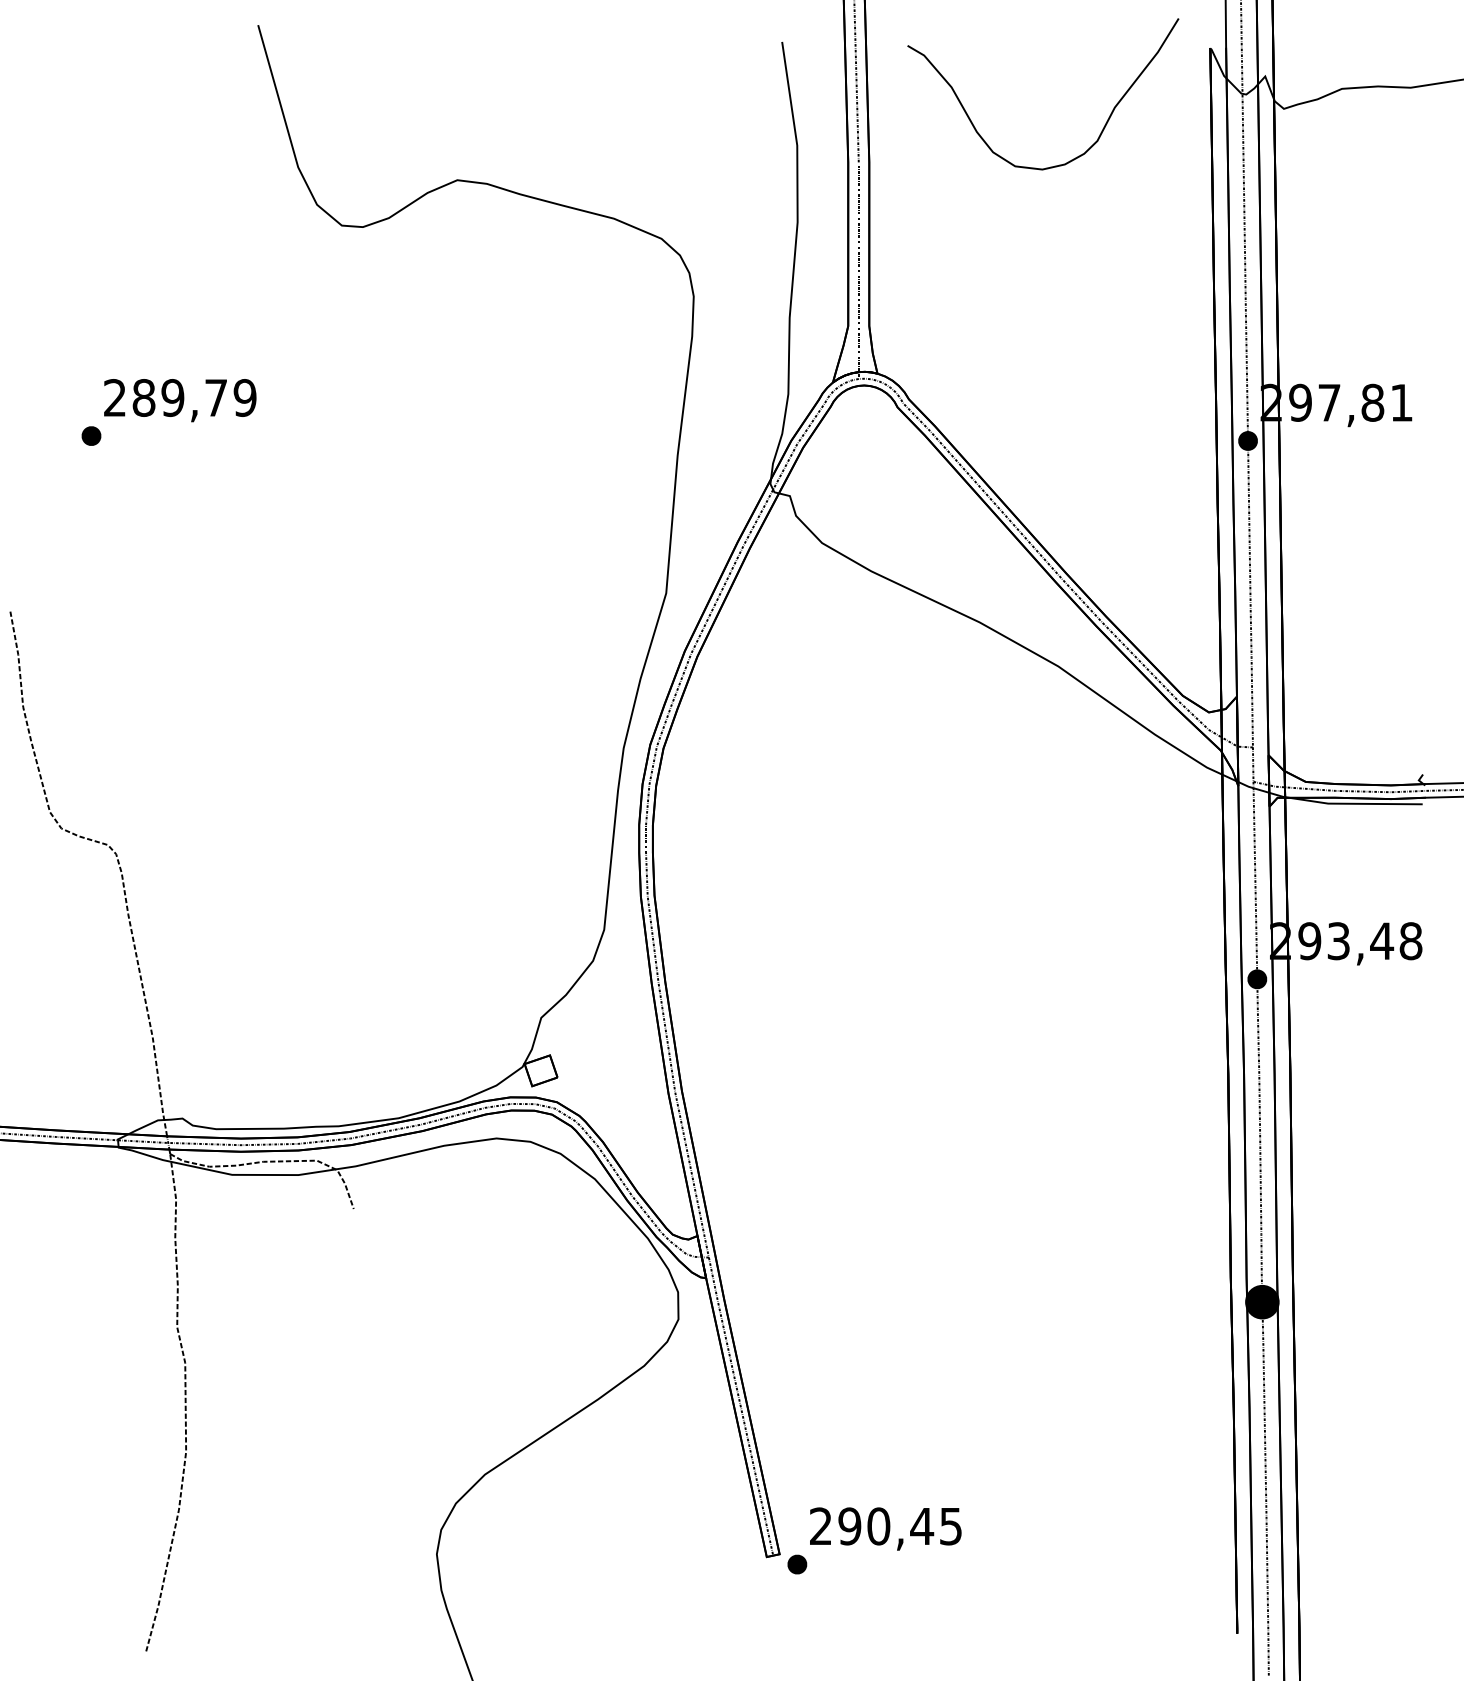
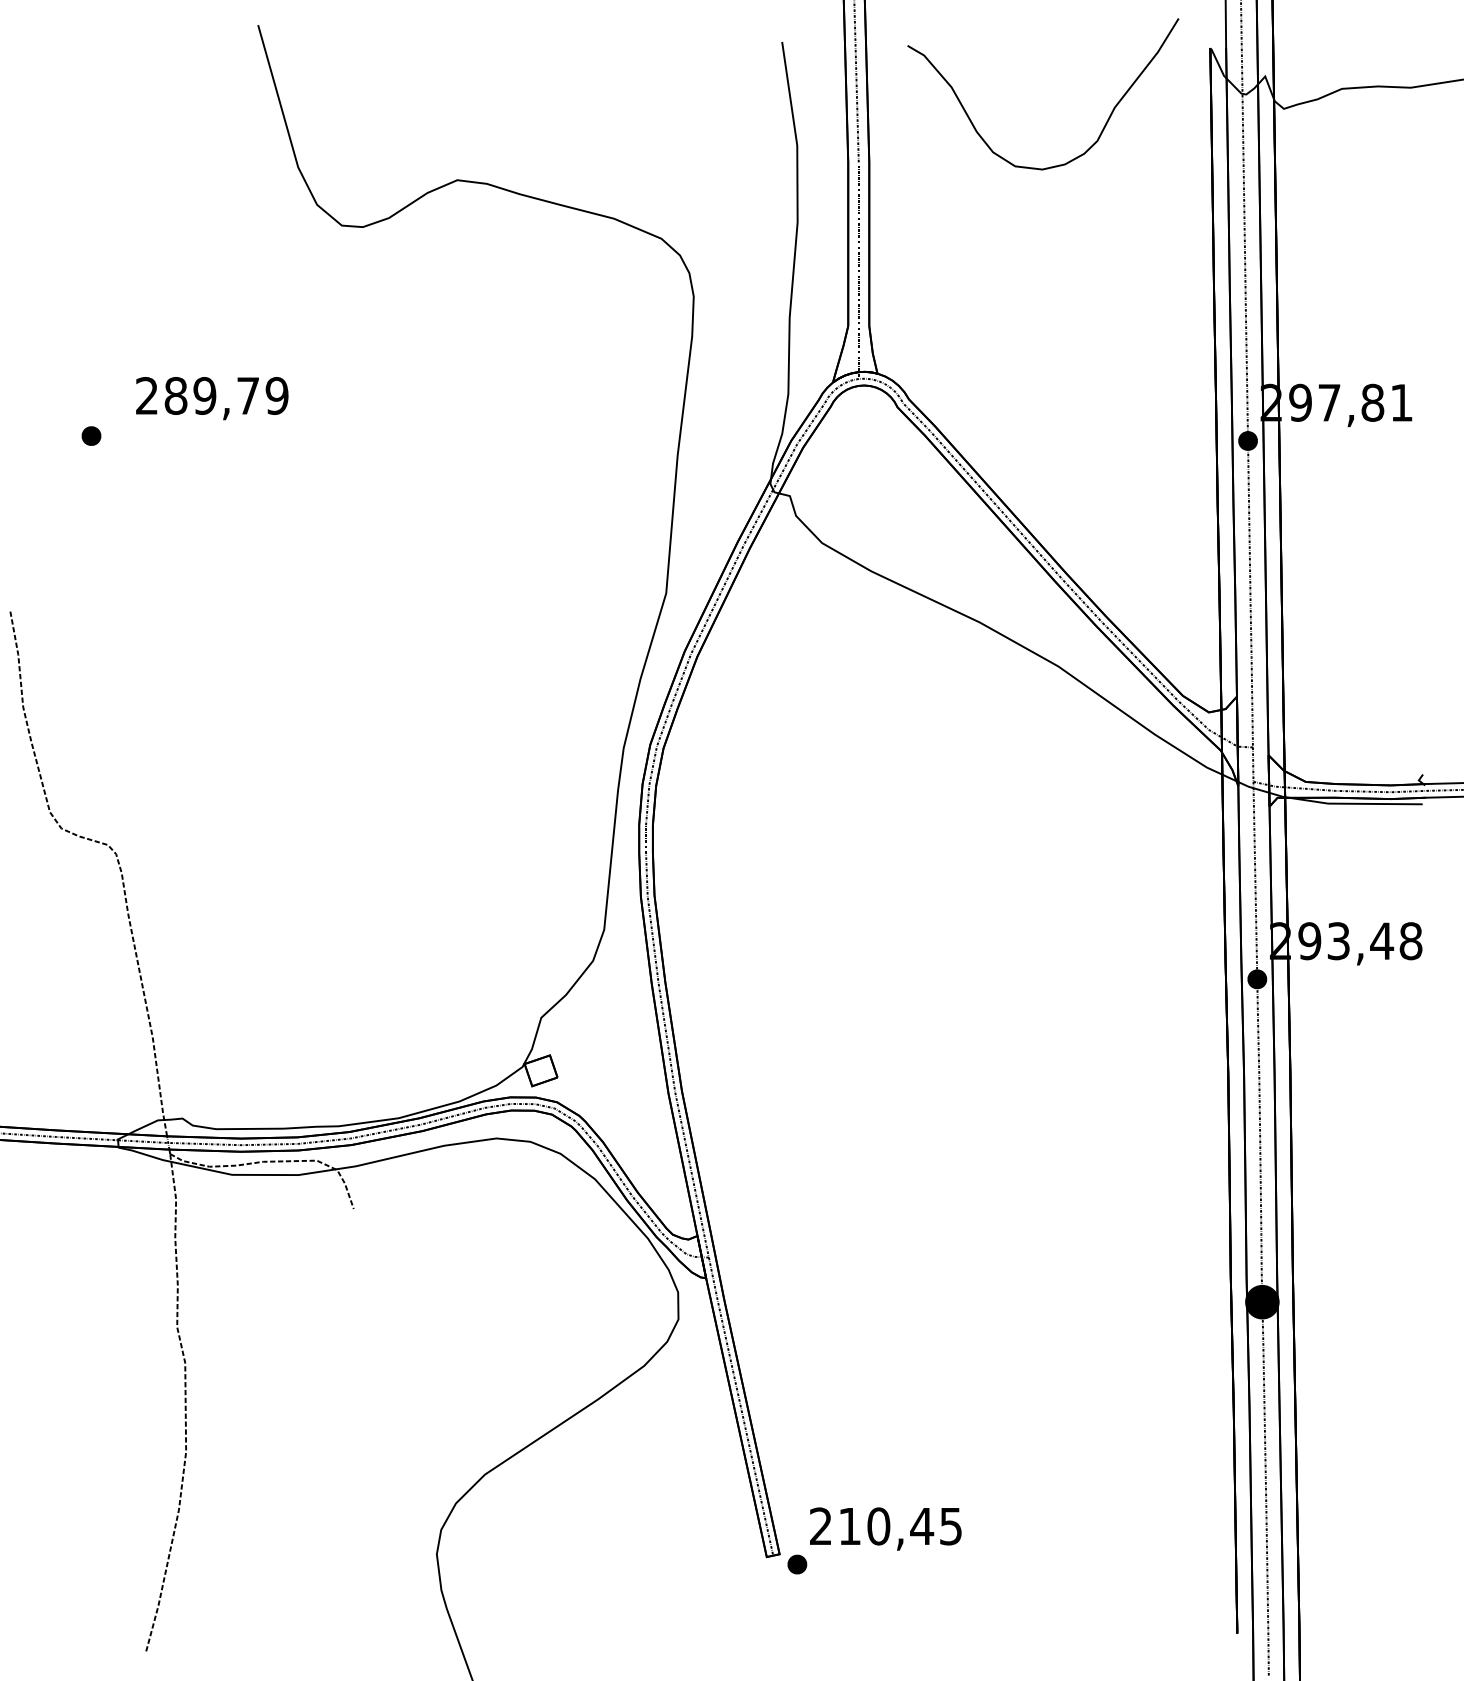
text at (180, 400) position: (180, 400) -> (212, 398)
text at (849, 1526): 290,45 -> 210,45
